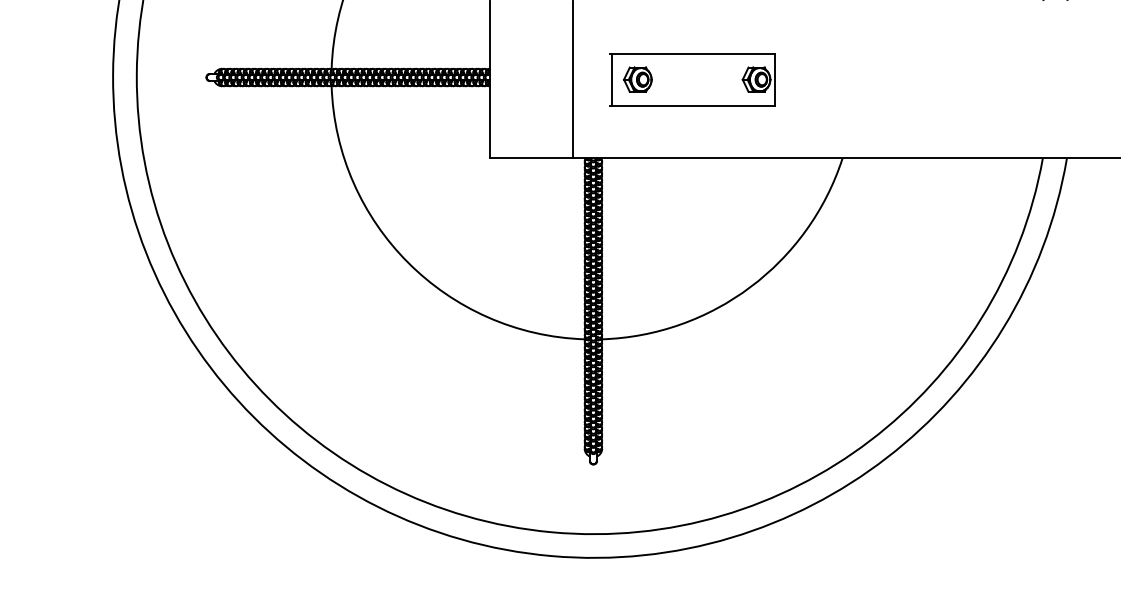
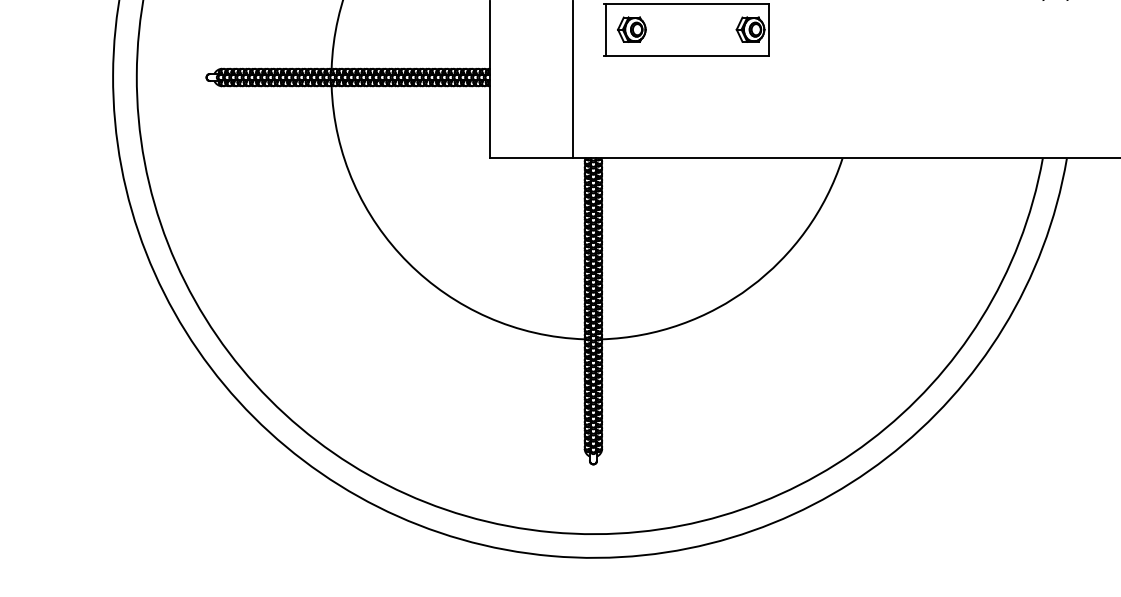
part at (692, 79) position: (692, 79) -> (686, 29)
